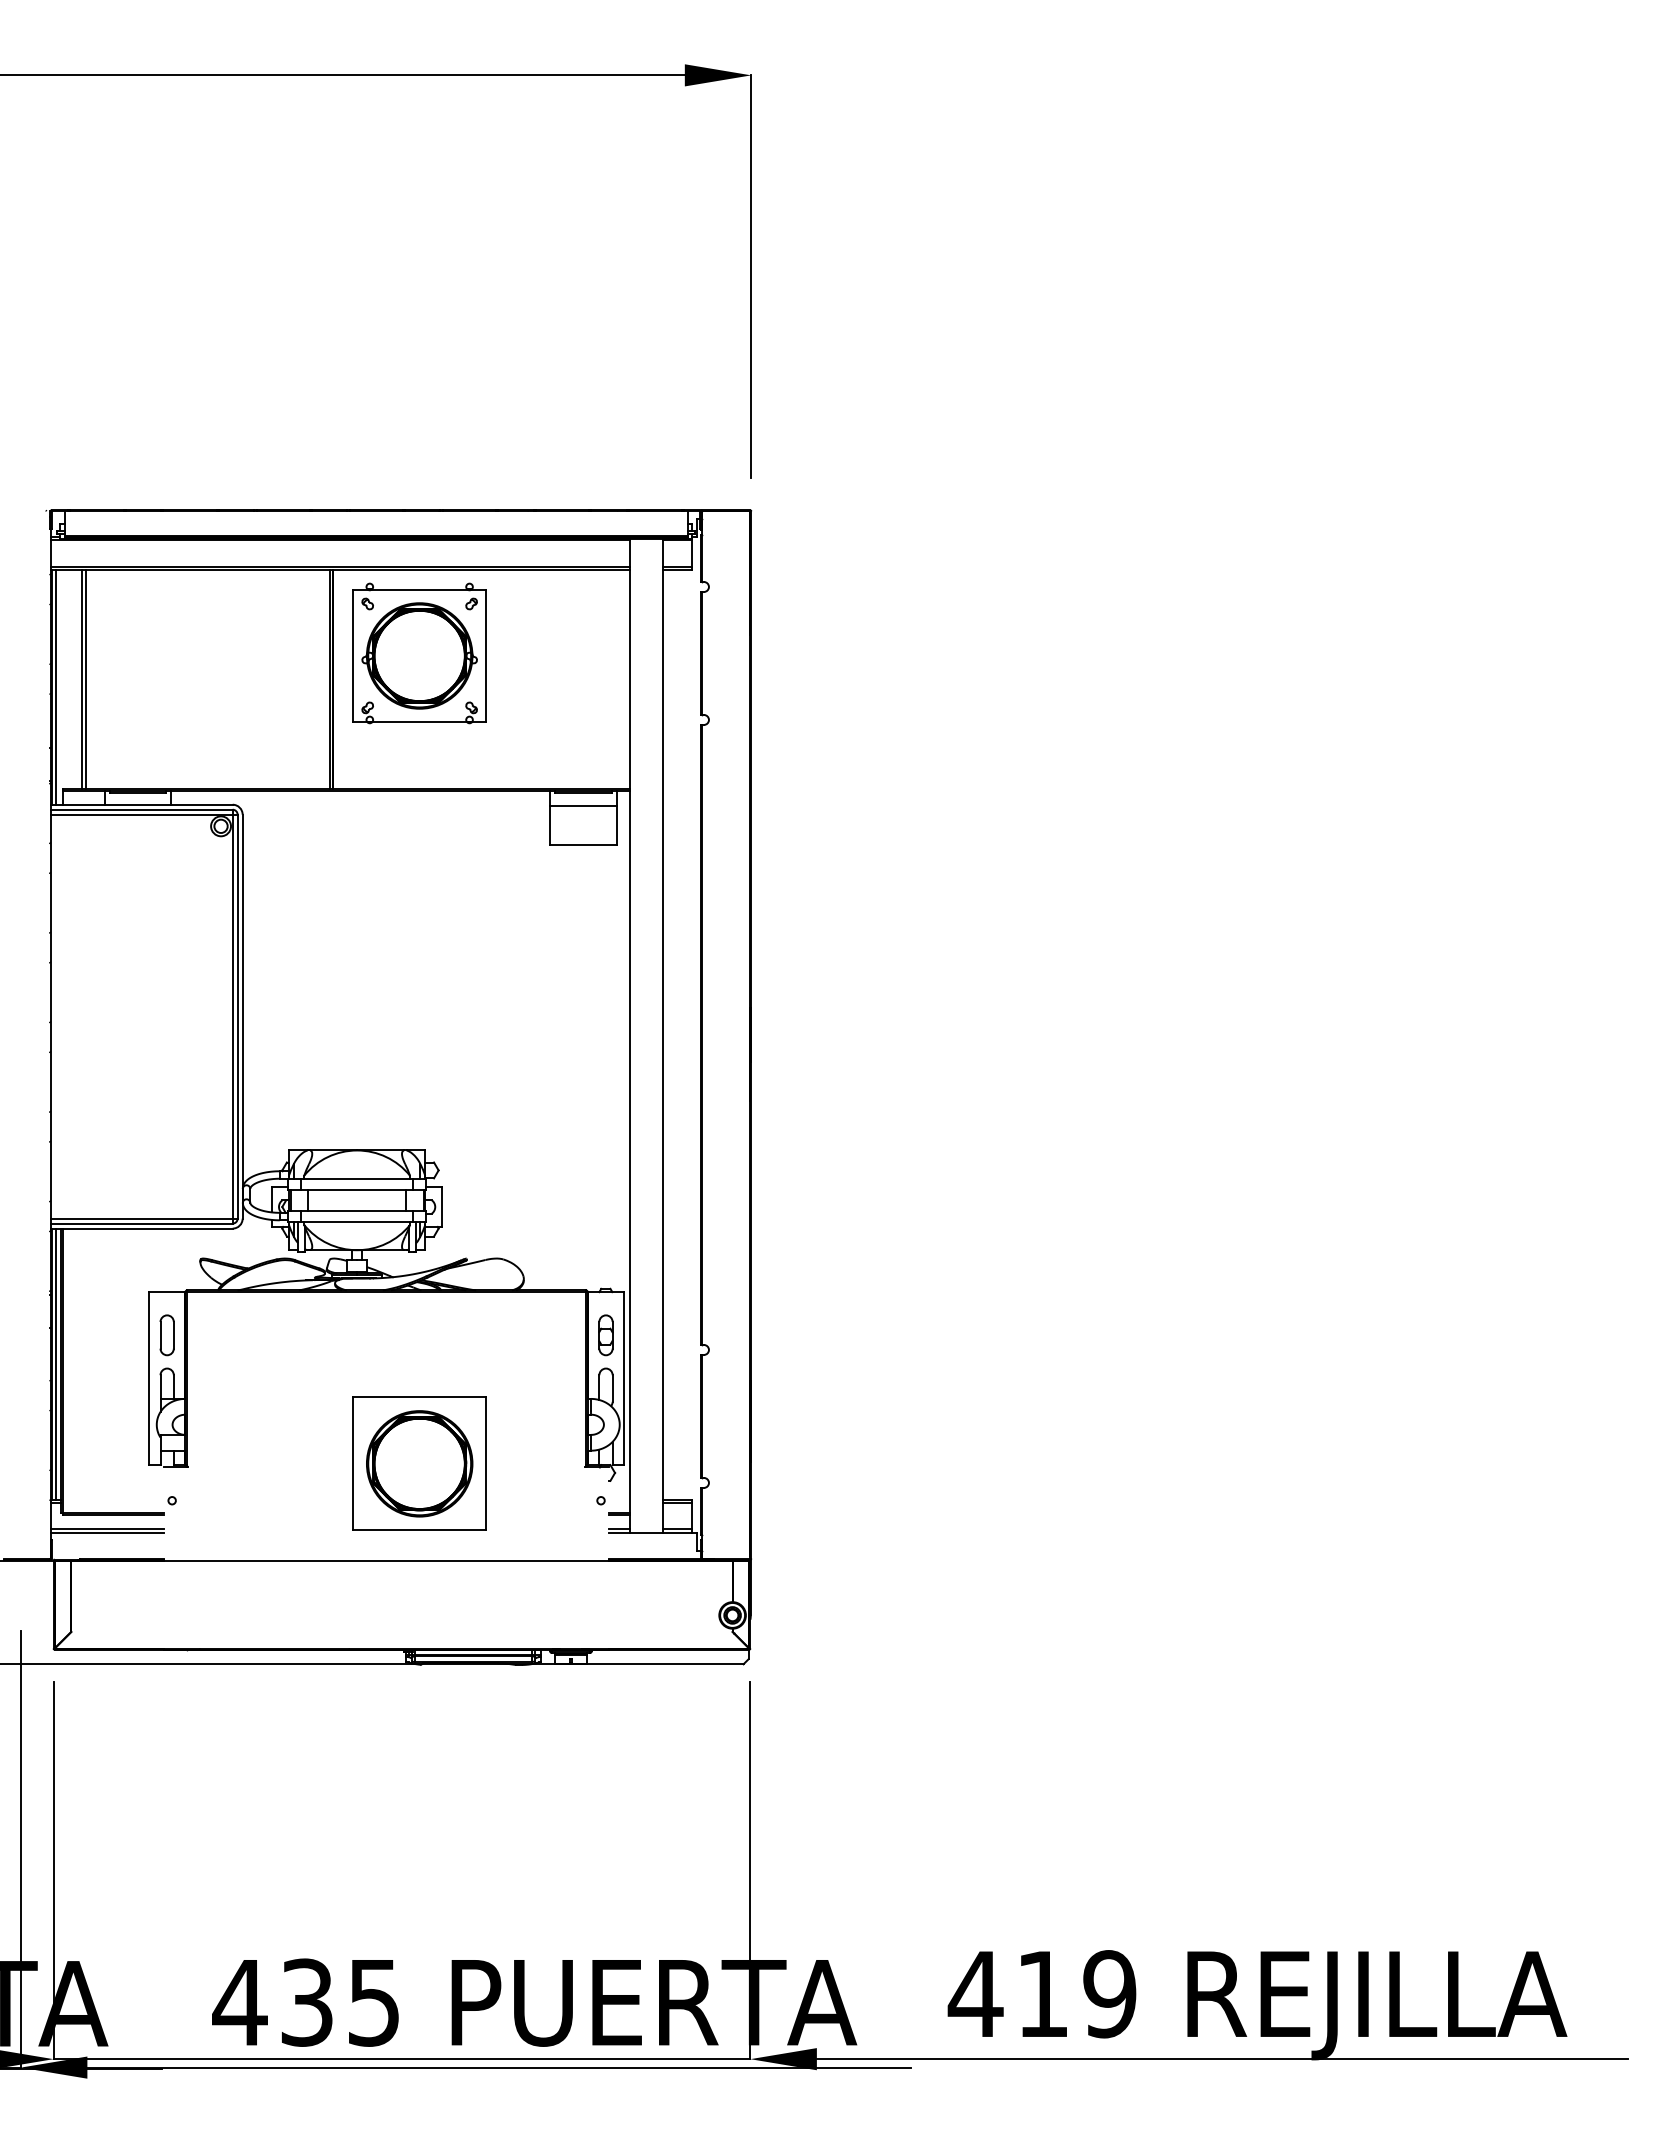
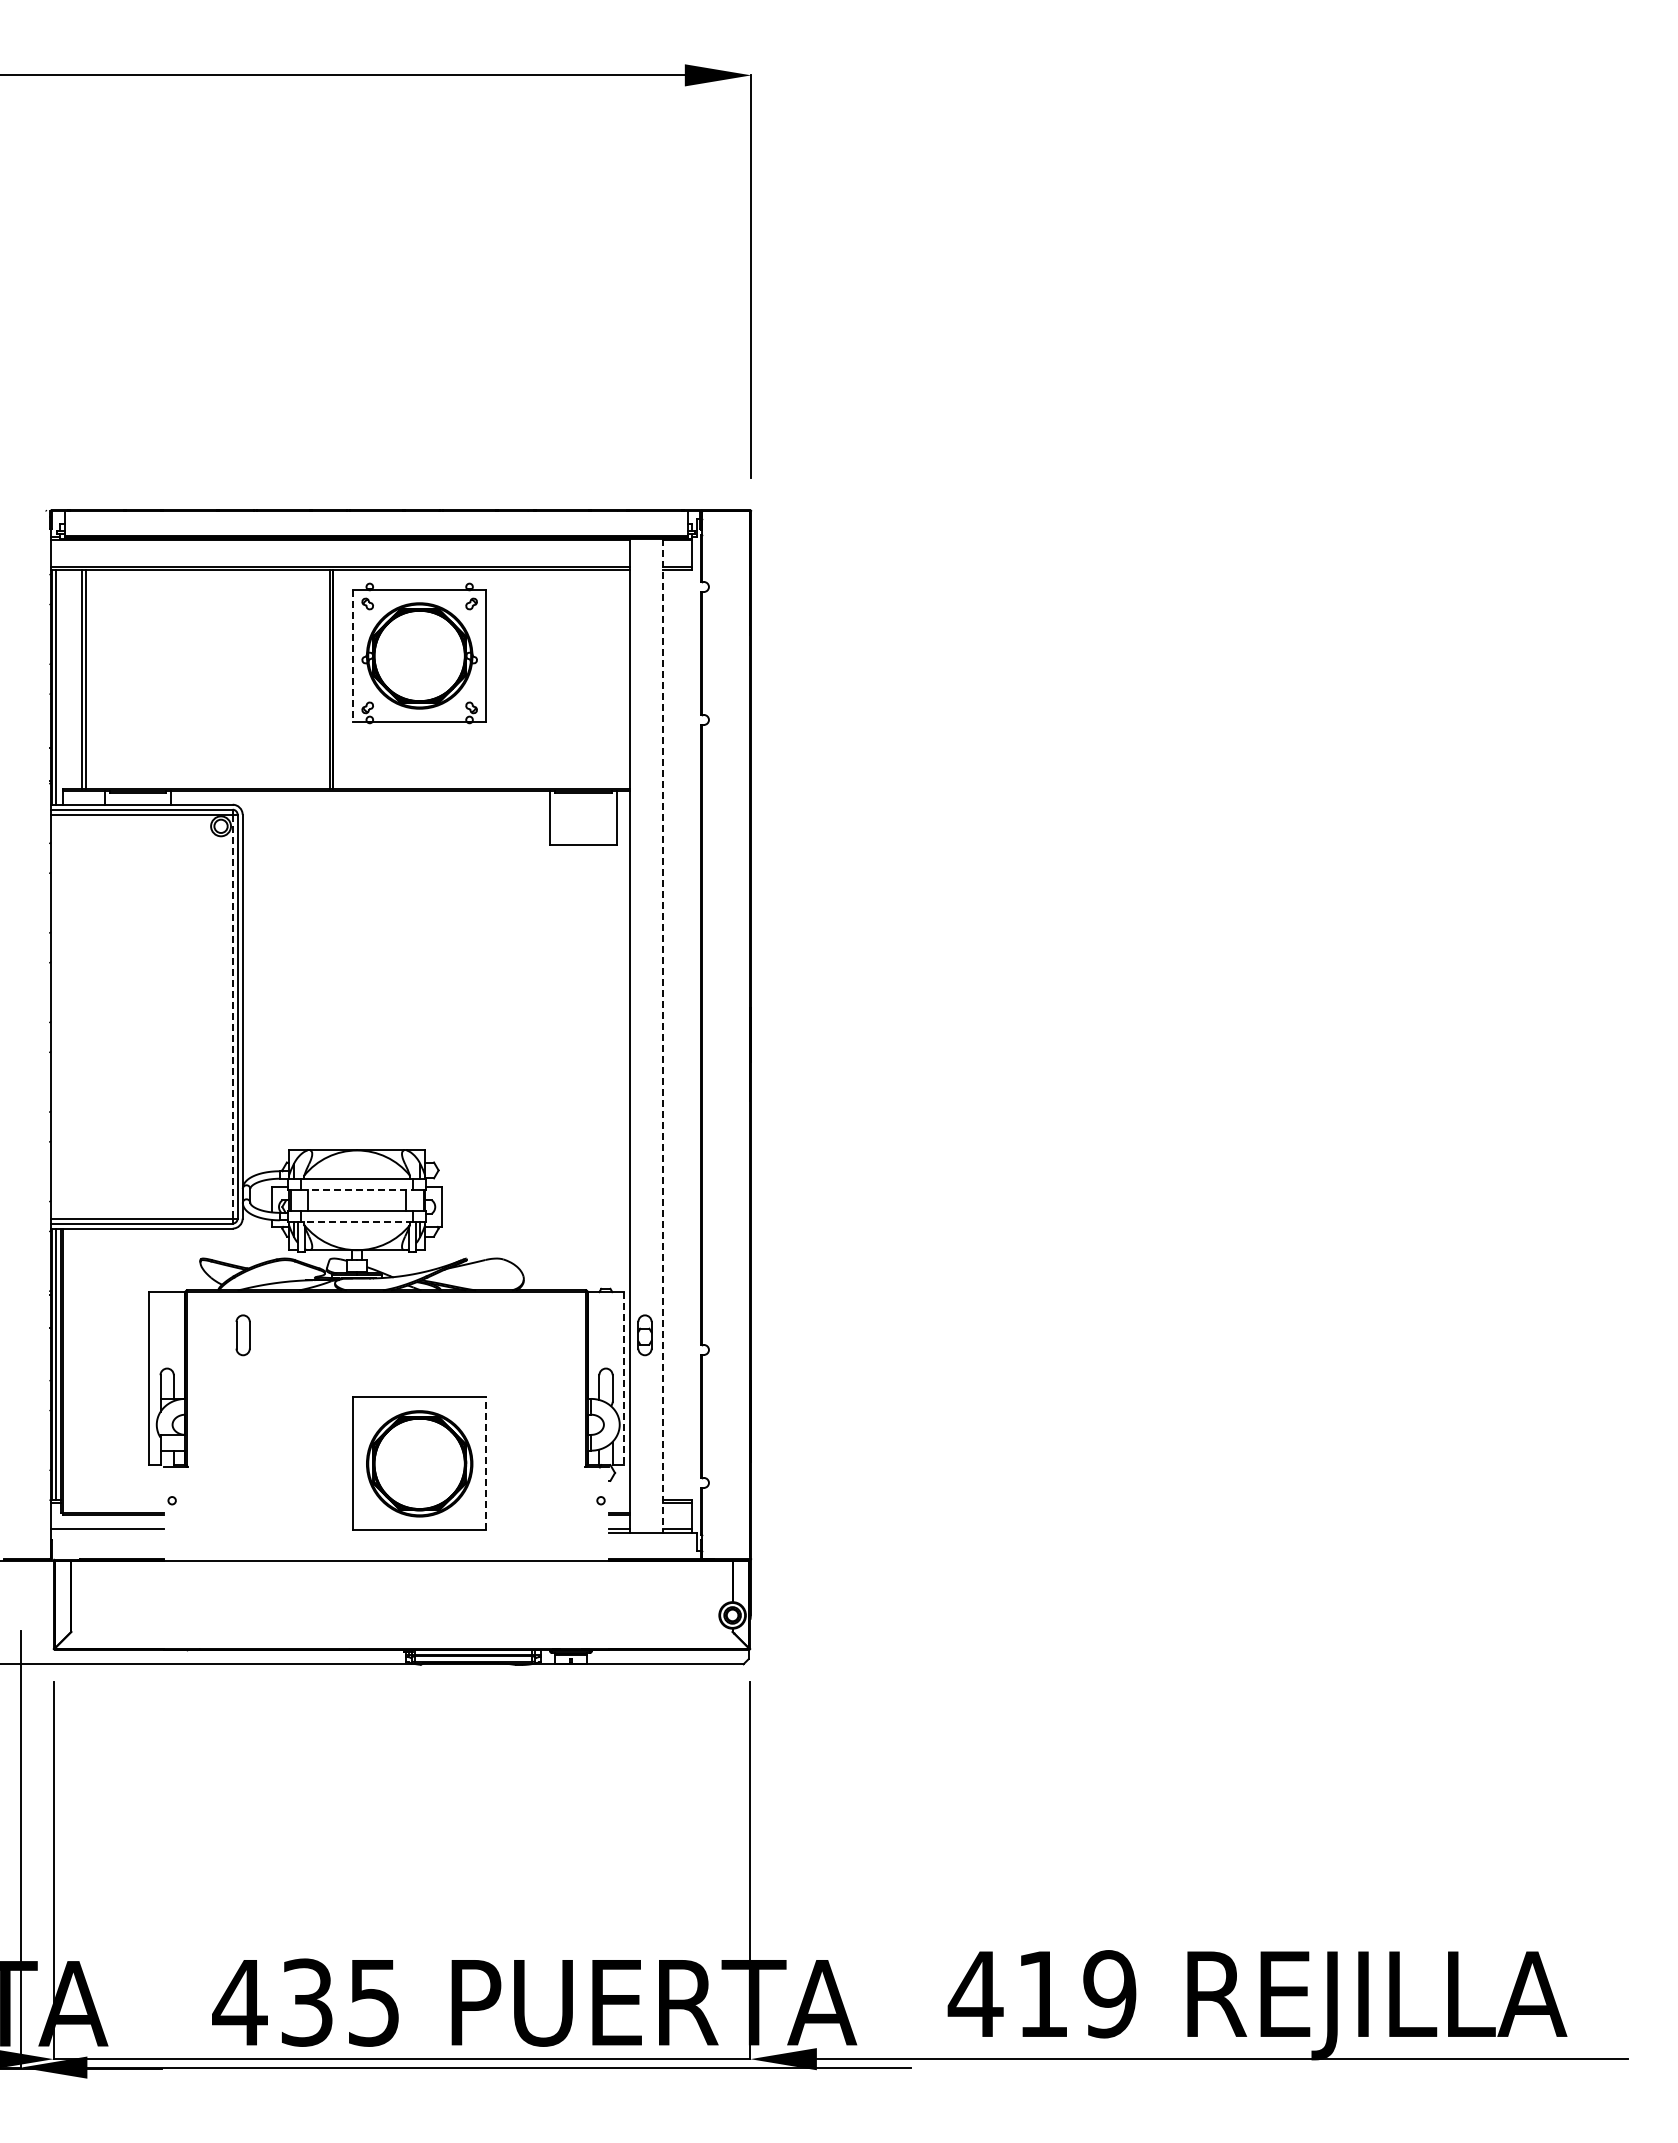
line at (353, 656): solid -> dashed
line at (583, 806): present -> none
line at (232, 1016): solid -> dashed
line at (663, 1036): solid -> dashed
line at (357, 1189): solid -> dashed
line at (357, 1221): solid -> dashed
part at (166, 1335) position: (166, 1335) -> (242, 1335)
part at (605, 1335) position: (605, 1335) -> (644, 1335)
line at (624, 1379): solid -> dashed
line at (486, 1463): solid -> dashed
line at (106, 1532): present -> none
